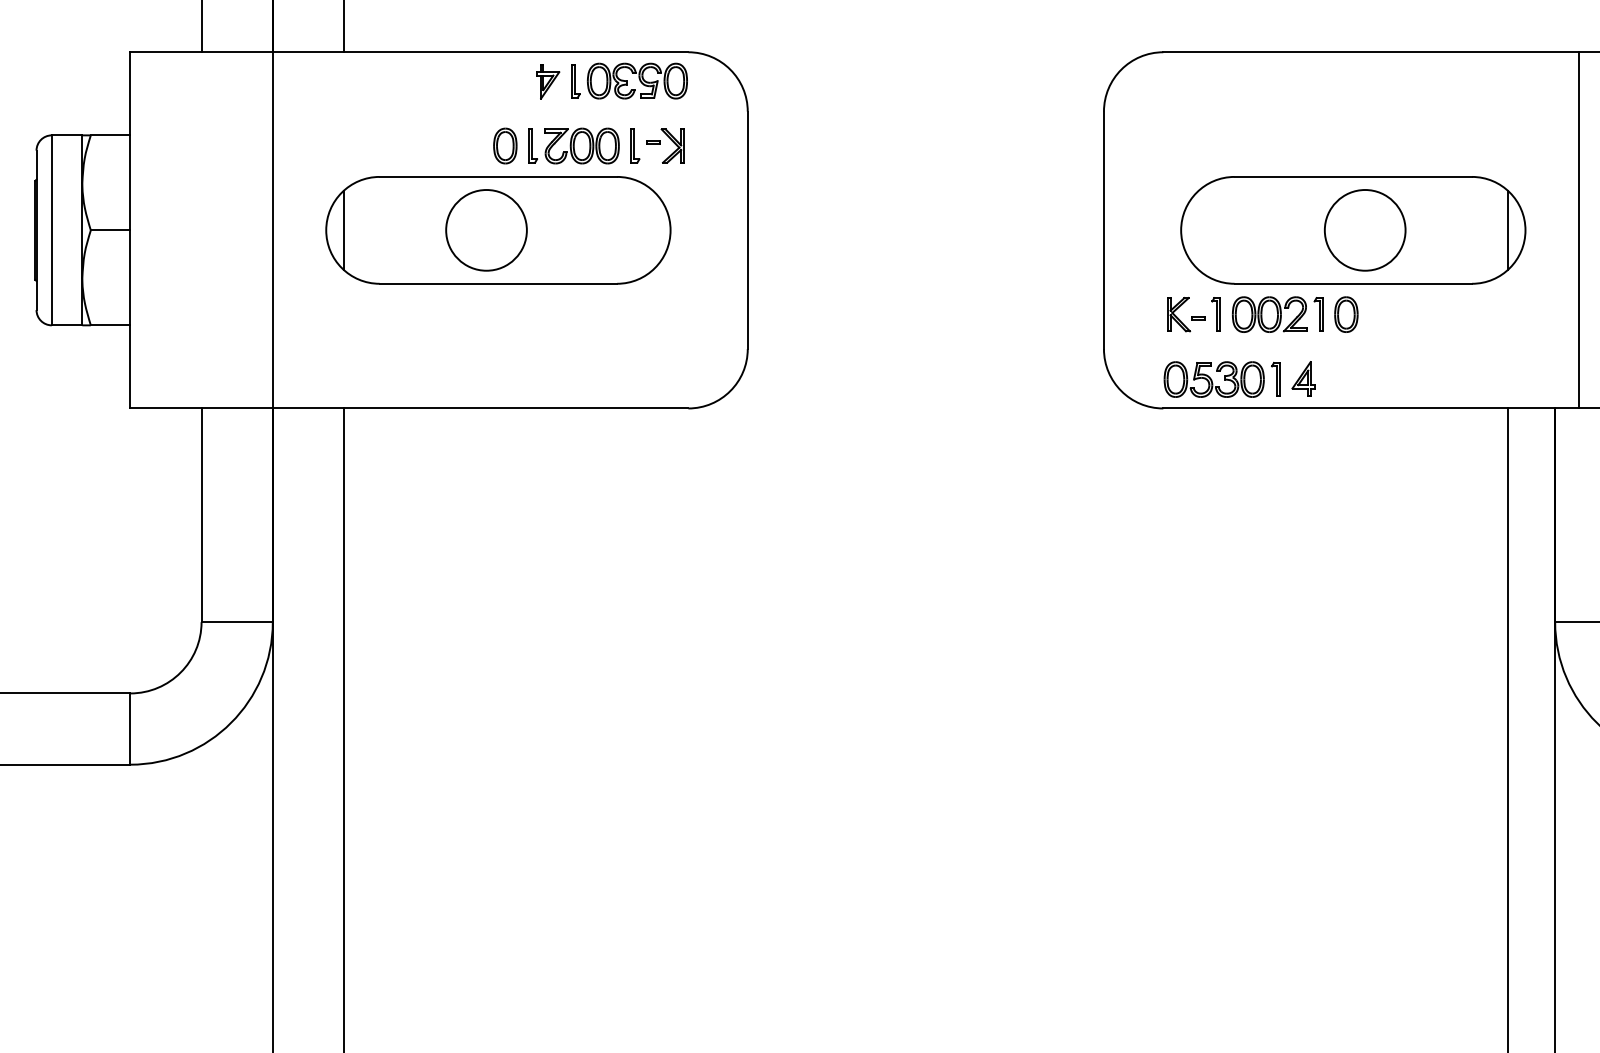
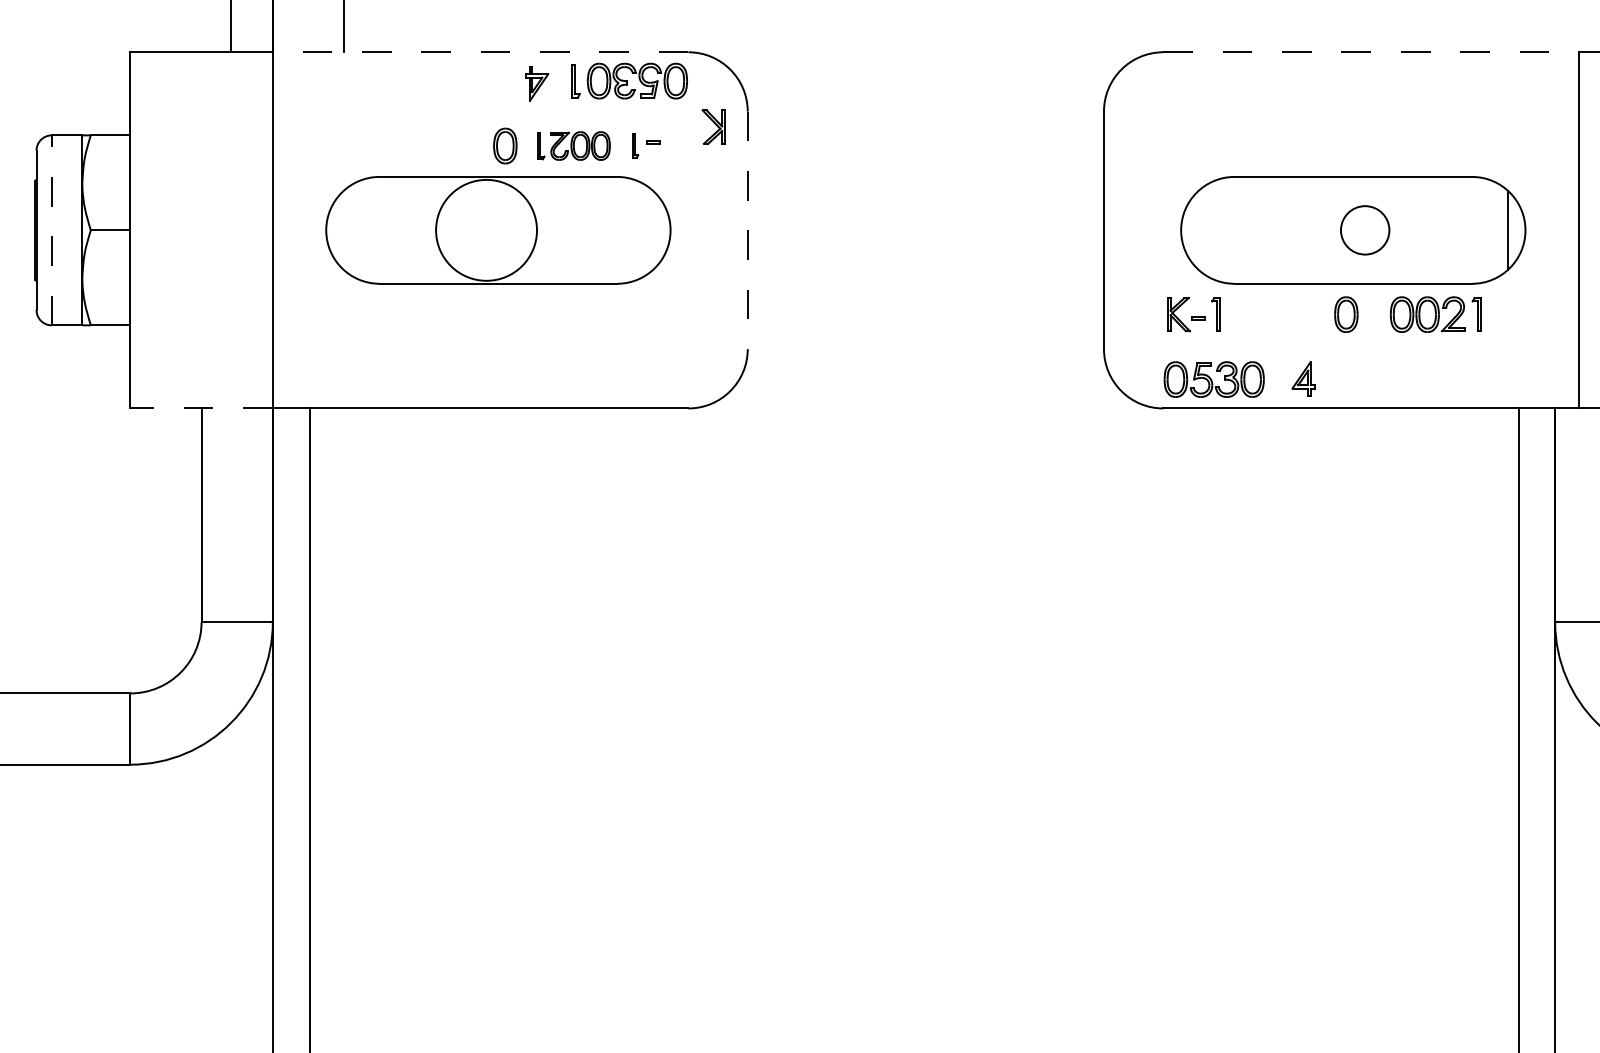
line at (201, 27) position: (201, 27) -> (230, 27)
line at (480, 52): solid -> dashed
line at (1371, 52): solid -> dashed
part at (548, 81) position: (548, 81) -> (537, 83)
part at (573, 145) size: 92x38 px -> 74x30 px
part at (635, 145) size: 11x36 px -> 8x26 px
part at (672, 145) position: (672, 145) -> (713, 126)
line at (51, 230): solid -> dashed
line at (344, 230): present -> none
circle at (486, 230) diameter: 81 px -> 101 px
line at (747, 230): solid -> dashed
circle at (1364, 230) diameter: 81 px -> 48 px
part at (1277, 314) position: (1277, 314) -> (1435, 314)
part at (1275, 378): present -> none
line at (201, 408): solid -> dashed
line at (344, 728) position: (344, 728) -> (310, 728)
line at (1507, 728) position: (1507, 728) -> (1518, 728)
